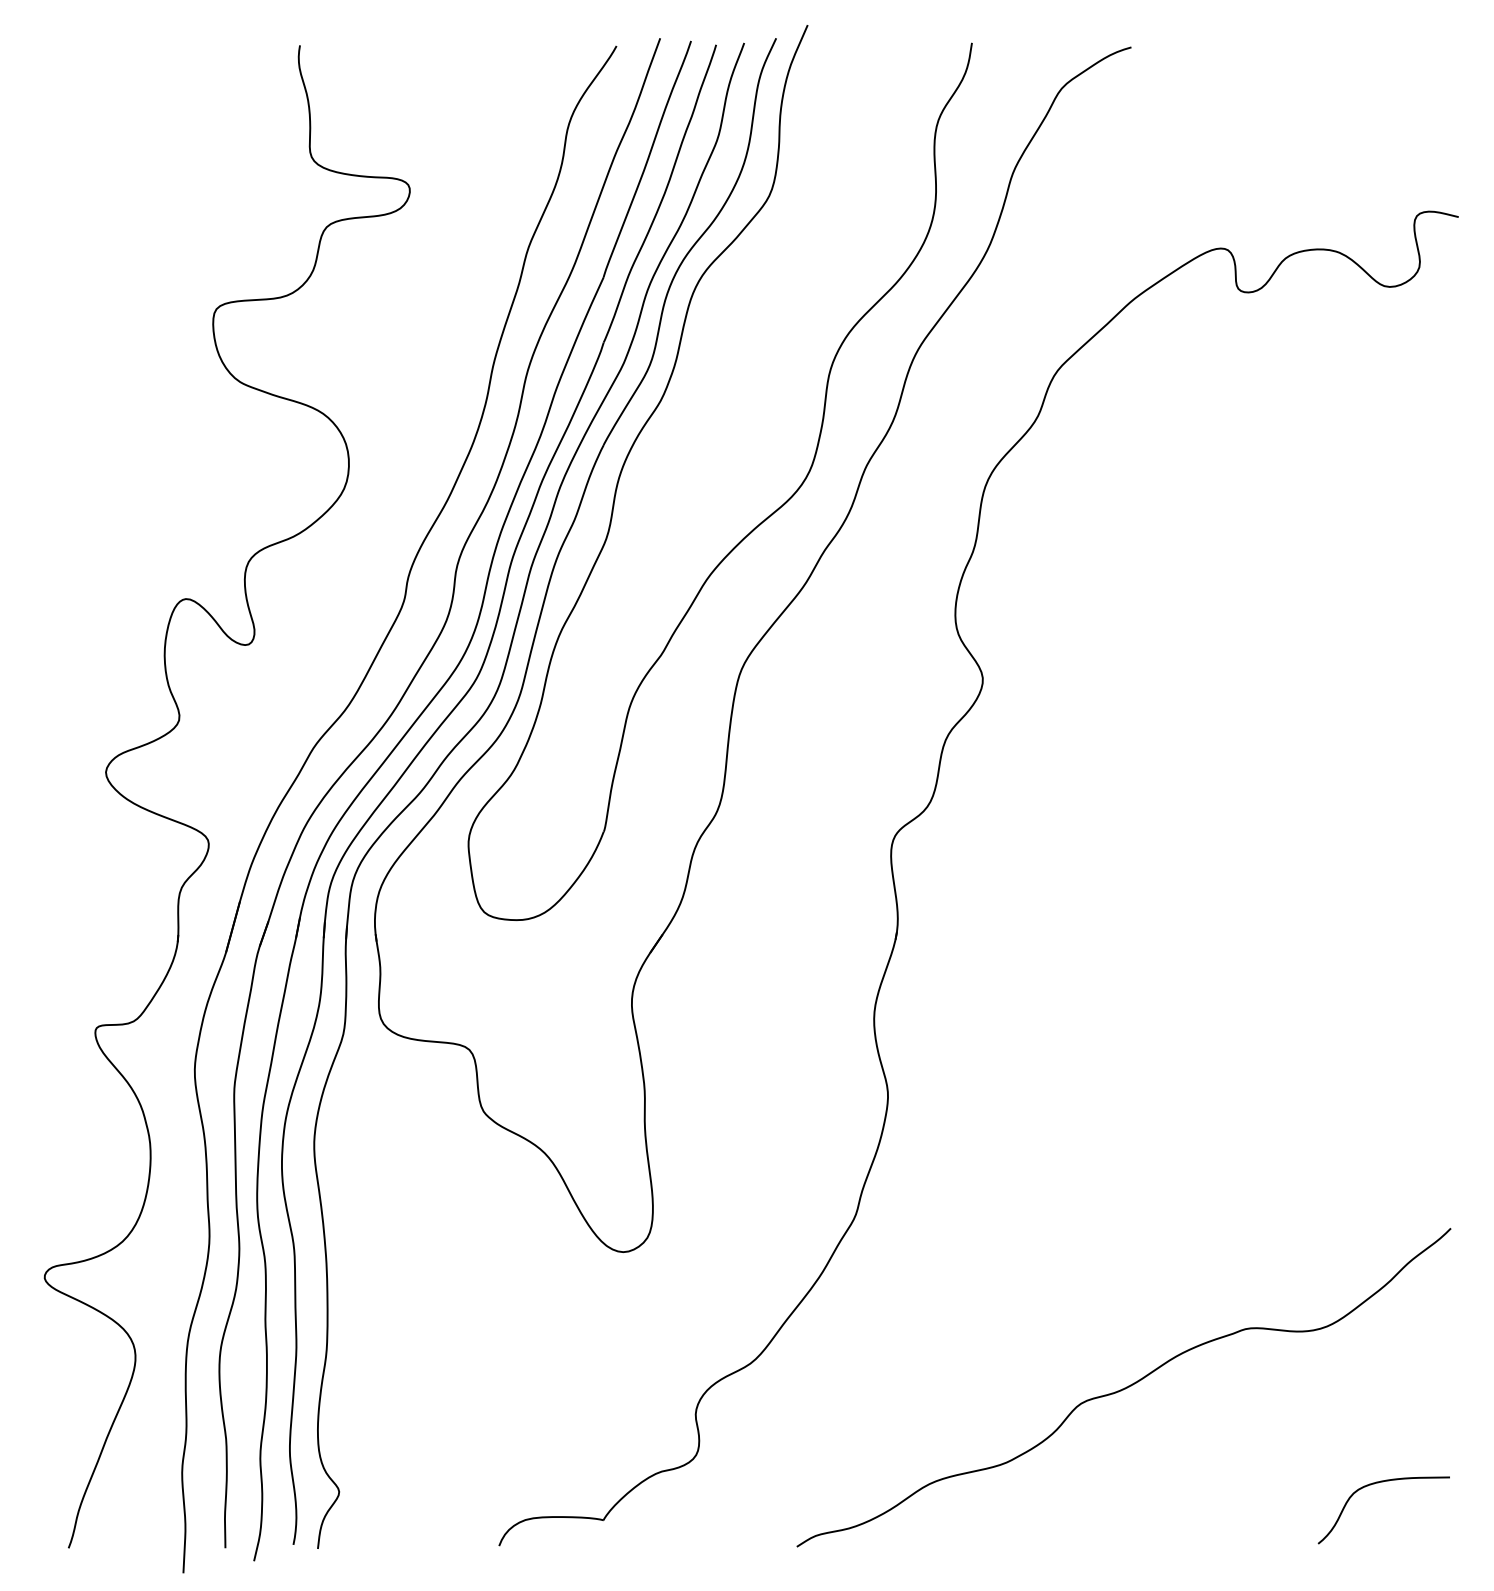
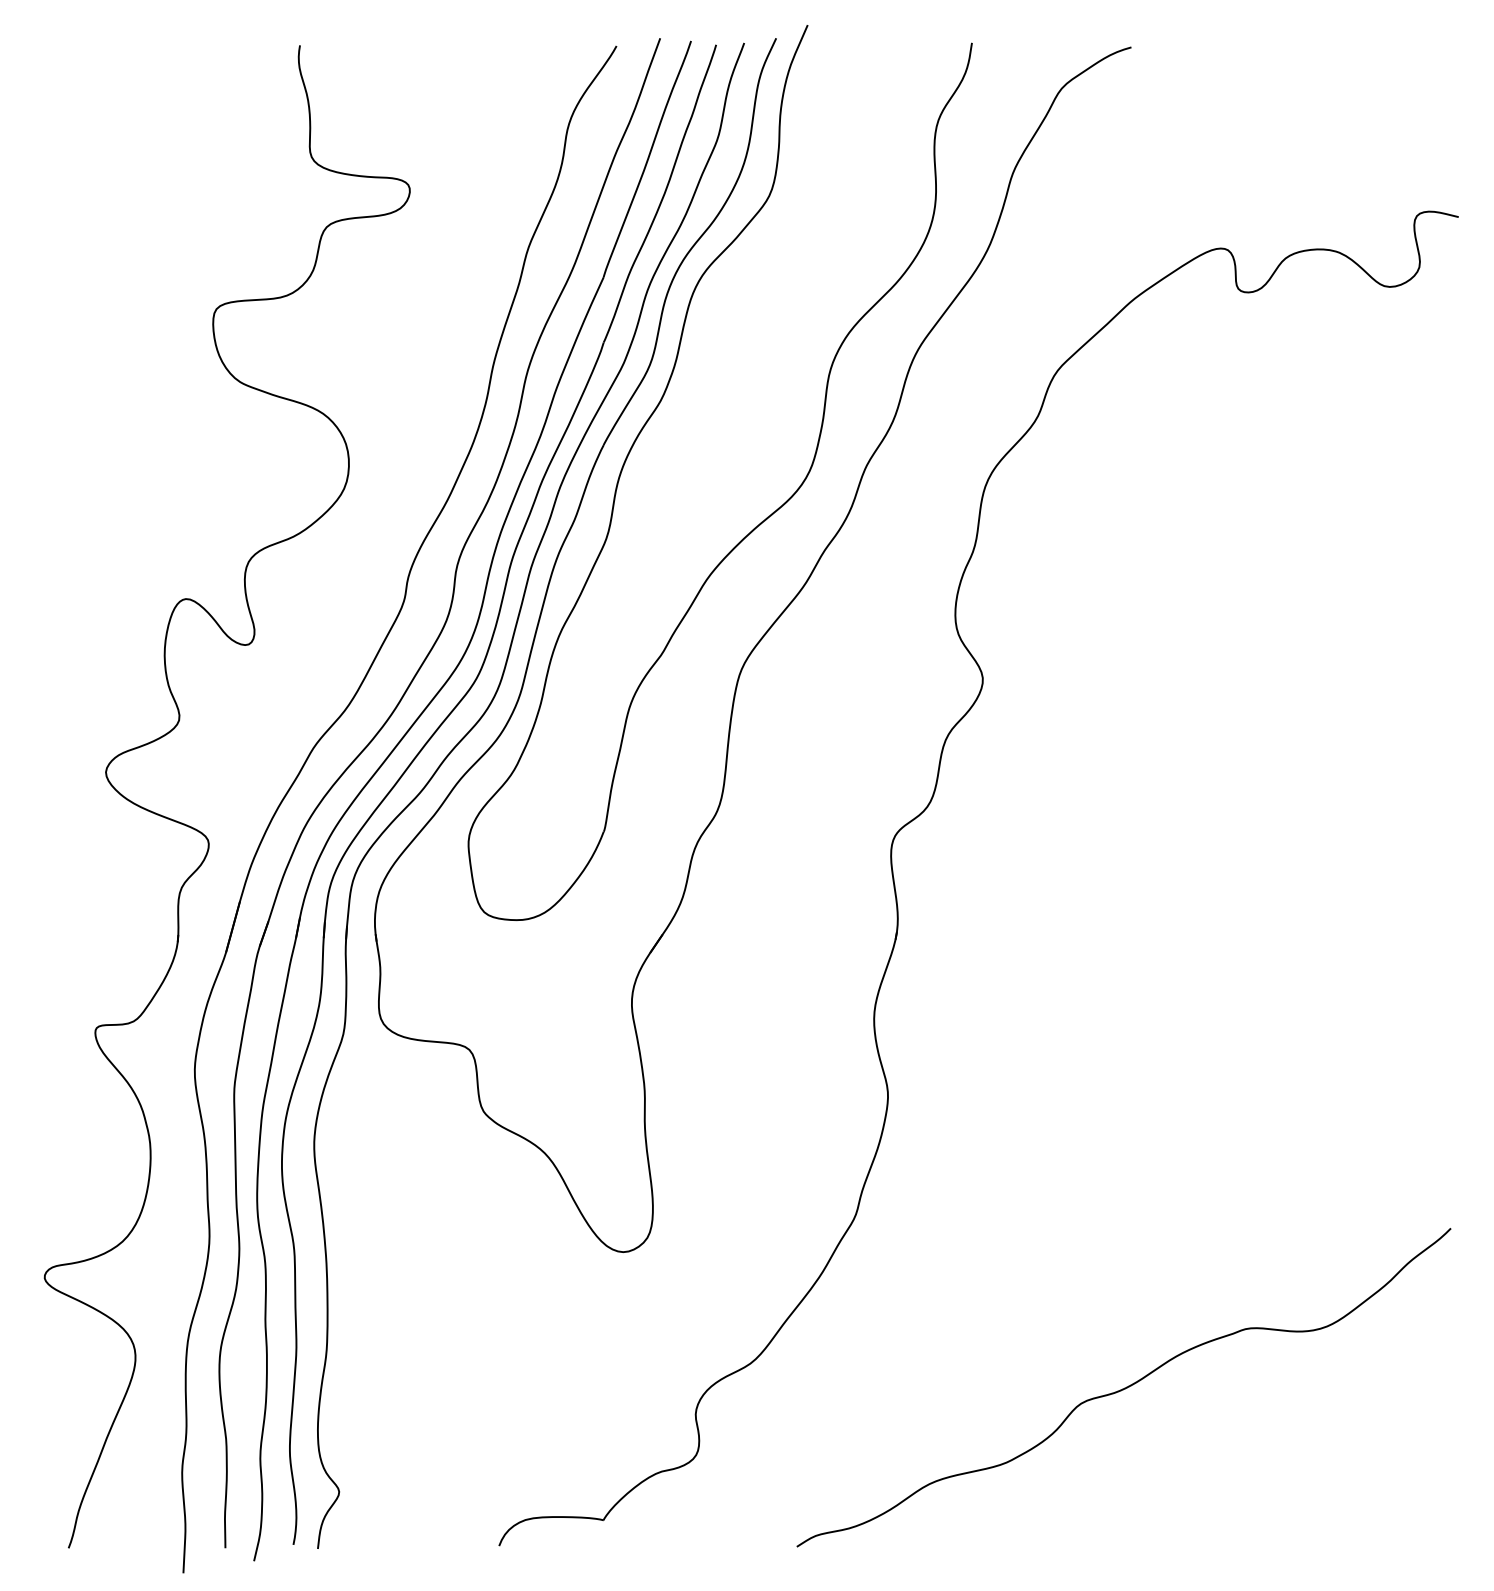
curve at (1378, 1483): present -> none
